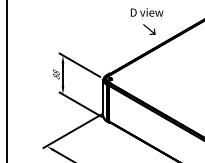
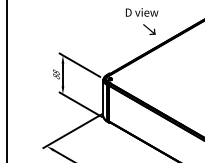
text at (146, 12) position: (146, 12) -> (141, 12)
